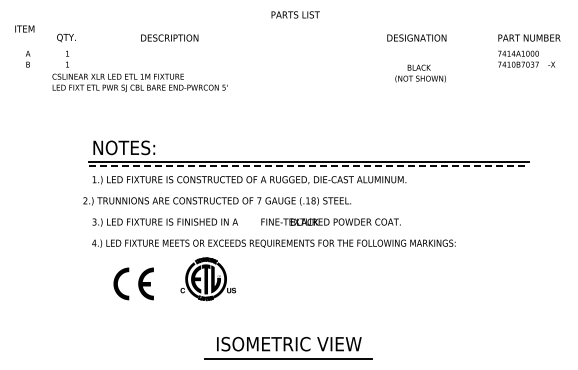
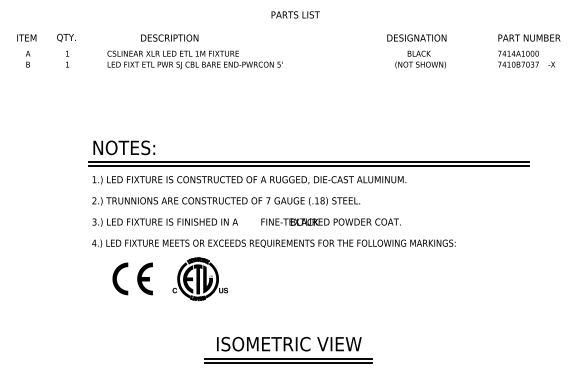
text at (24, 28) position: (24, 28) -> (26, 37)
text at (420, 73) position: (420, 73) -> (420, 59)
text at (139, 82) position: (139, 82) -> (194, 59)
line at (308, 166): dashed -> solid
text at (217, 201) position: (217, 201) -> (226, 201)
part at (208, 279) position: (208, 279) -> (200, 279)
part at (133, 283) position: (133, 283) -> (132, 278)
line at (288, 362): none -> present
